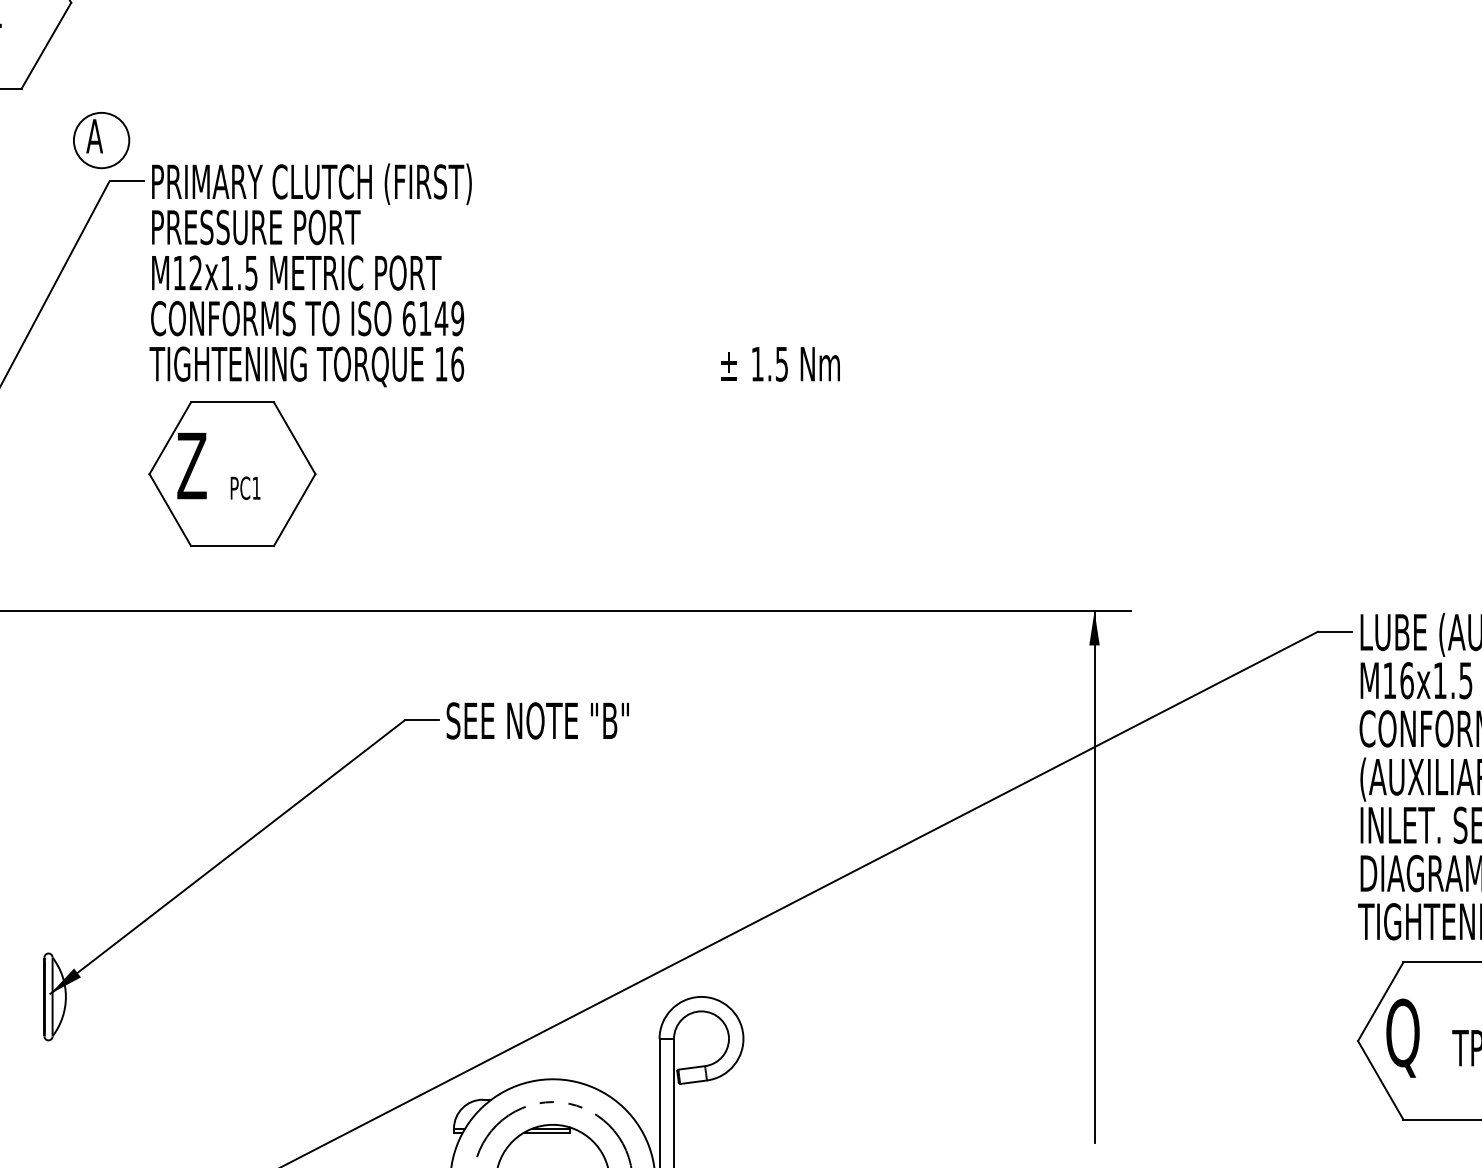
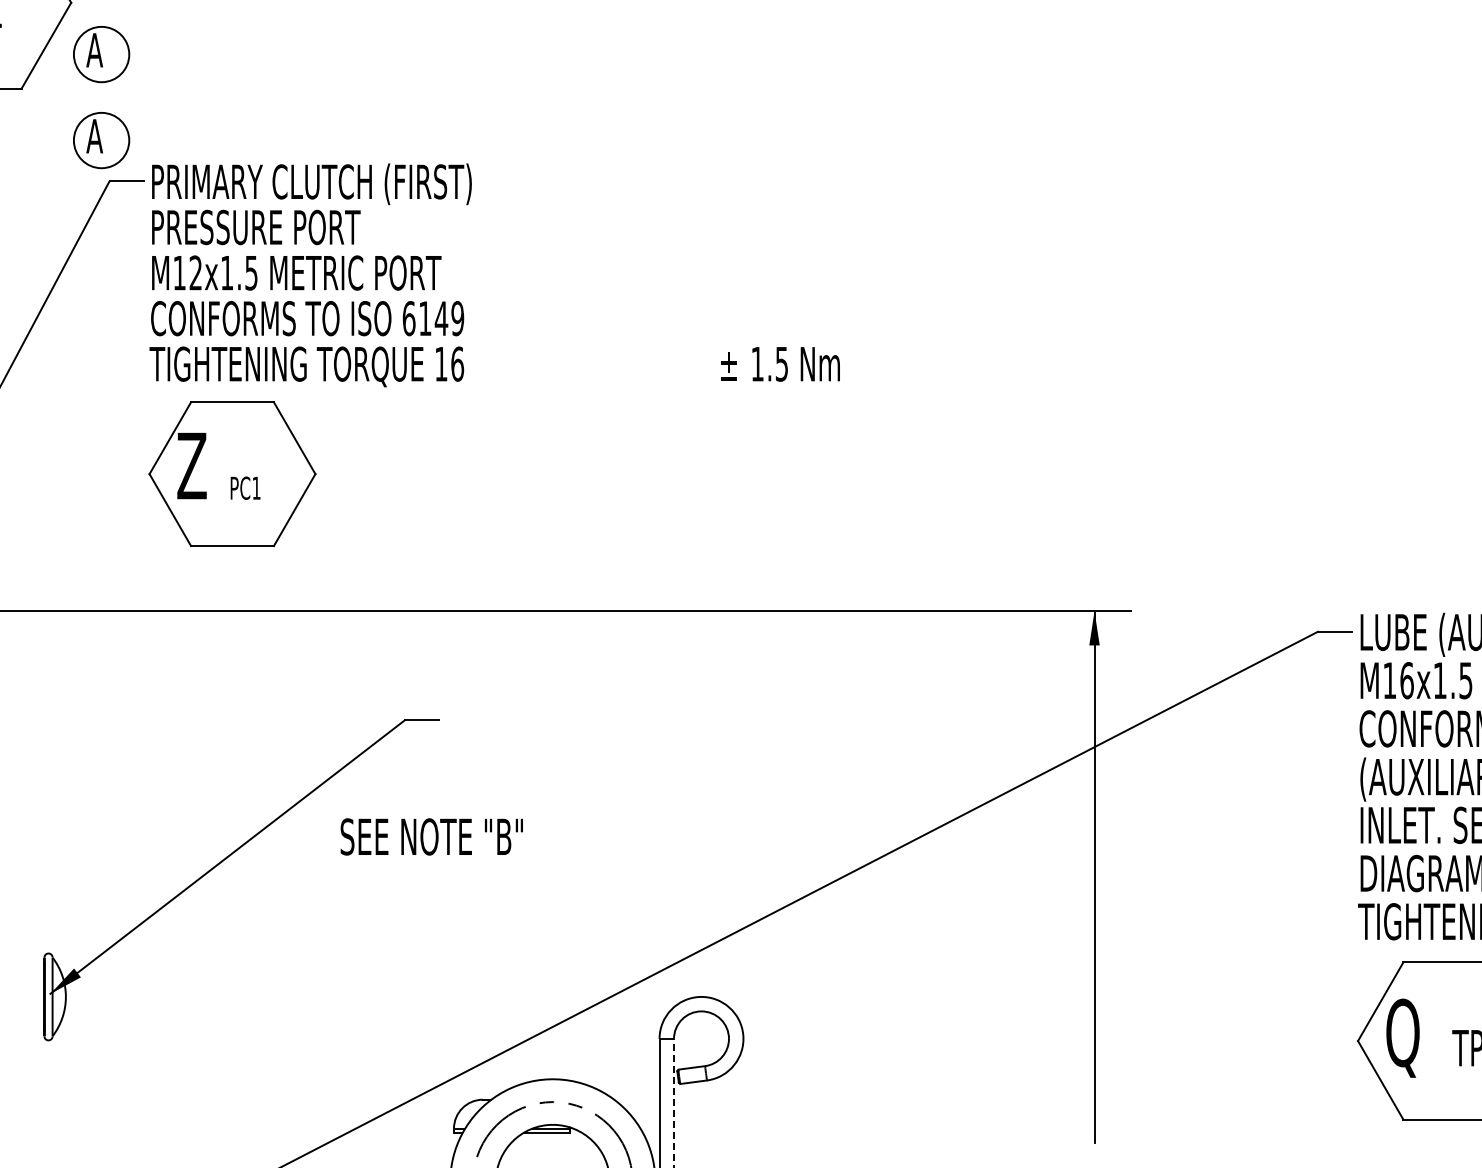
part at (101, 54): none -> present
text at (537, 720) position: (537, 720) -> (431, 836)
line at (674, 1102): solid -> dashed
